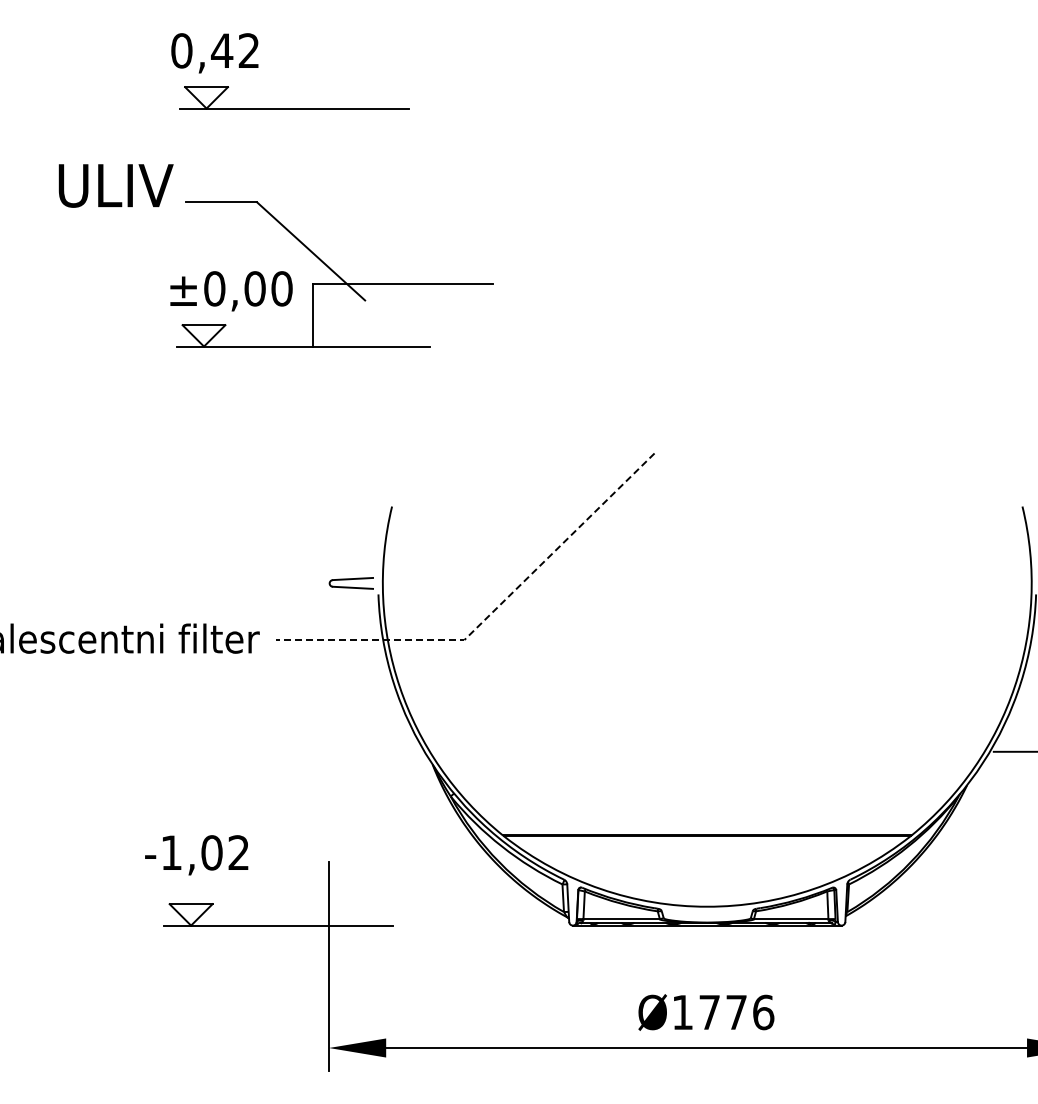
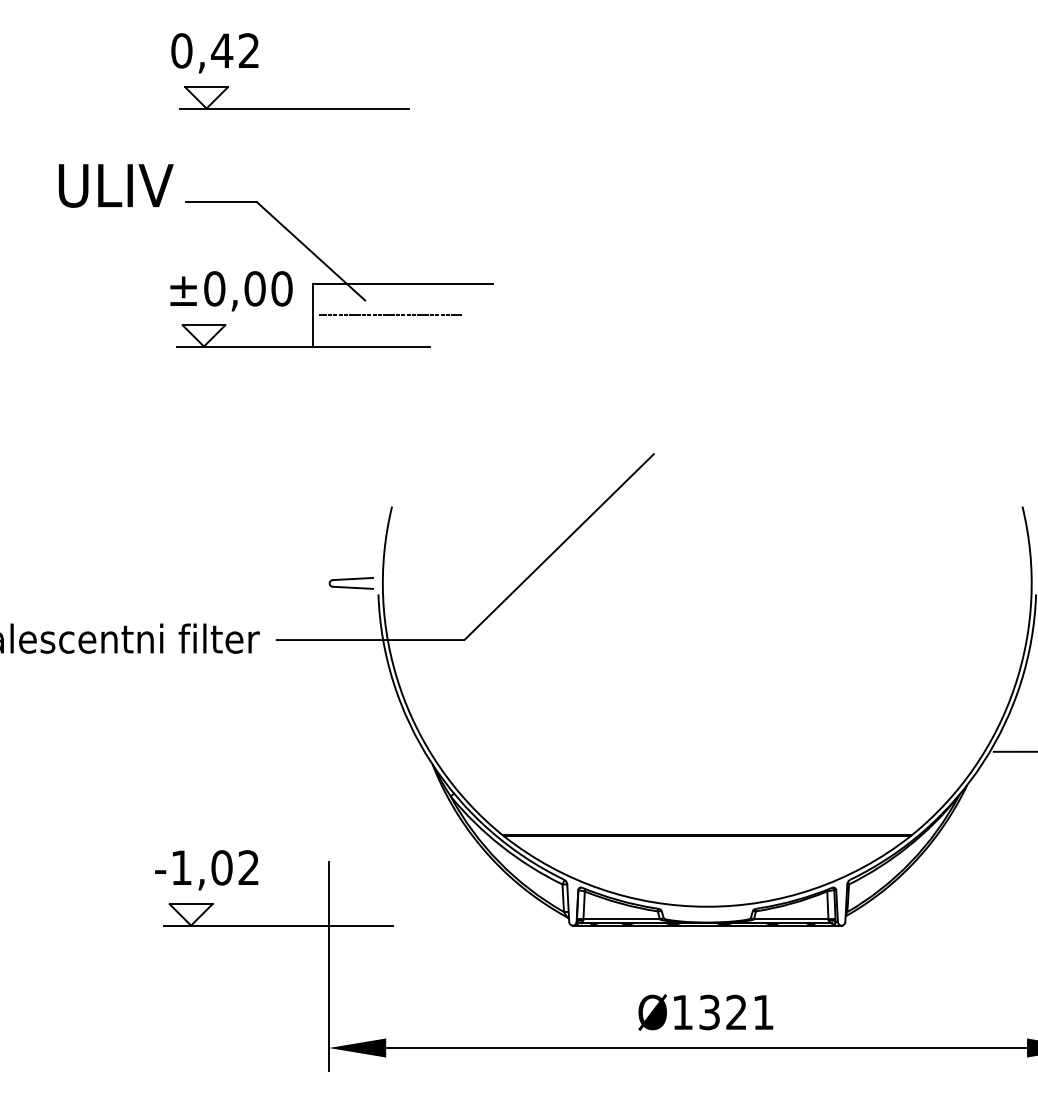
line at (390, 315): none -> present
line at (491, 613): dashed -> solid
text at (196, 855) position: (196, 855) -> (206, 870)
text at (736, 1012): Ø1776 -> Ø1321
